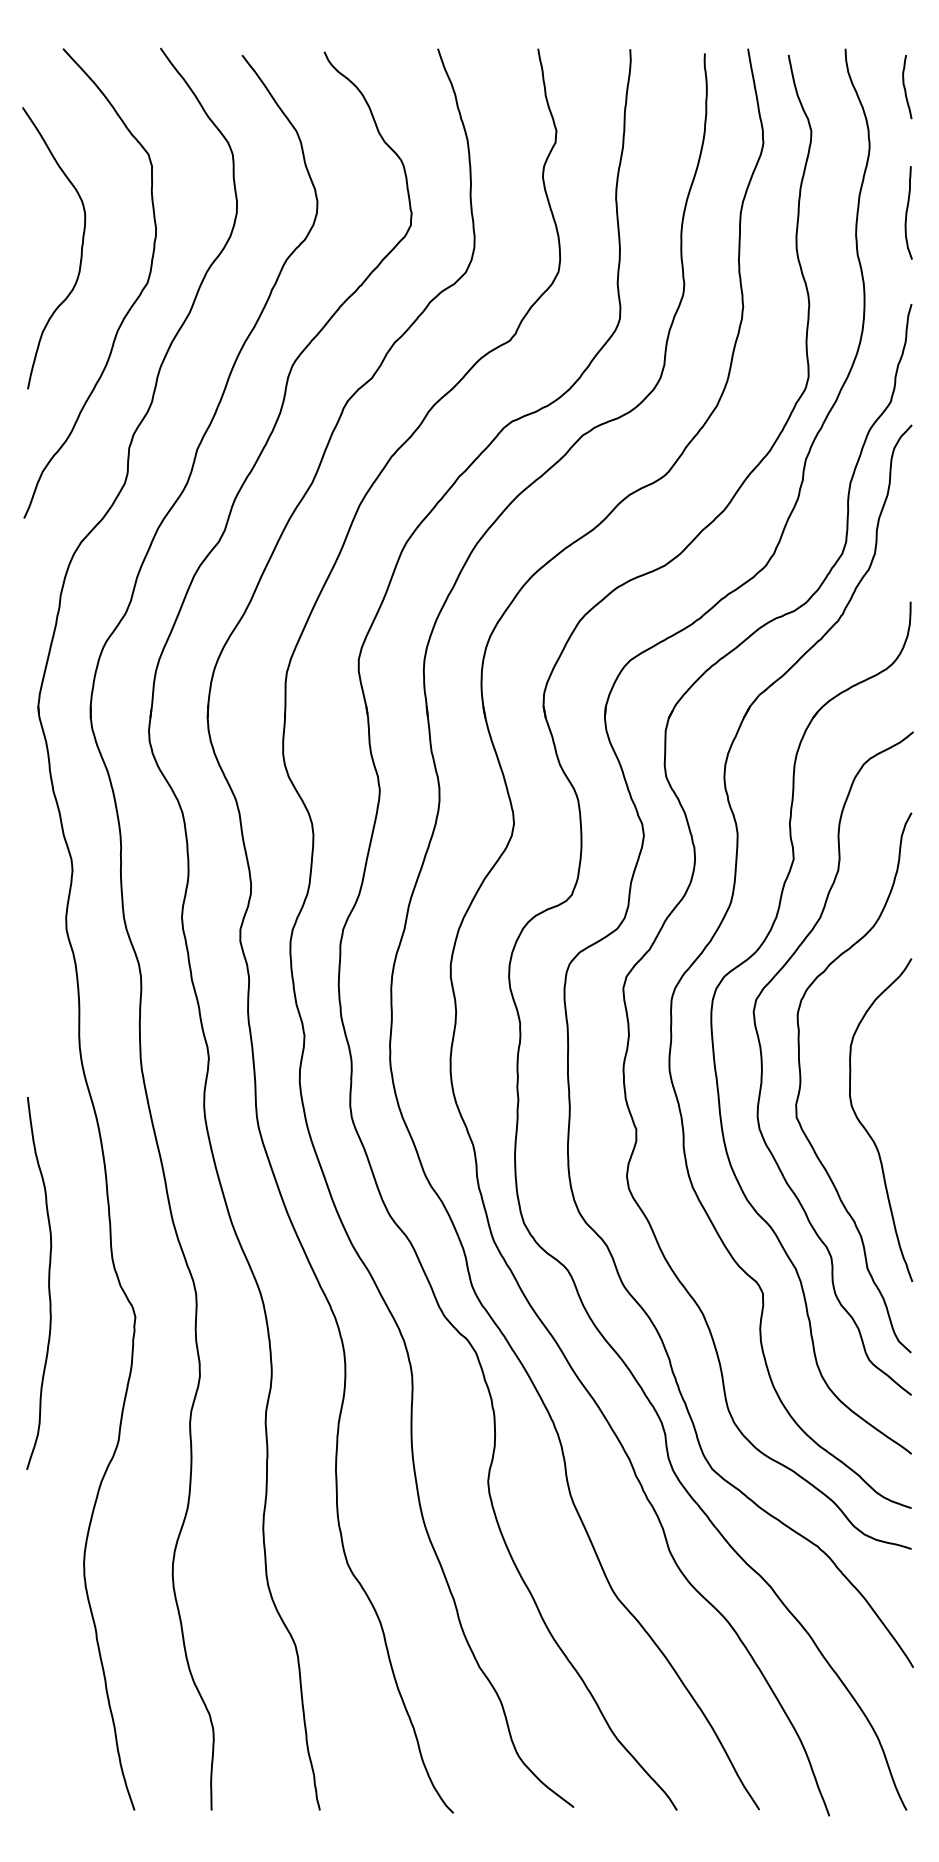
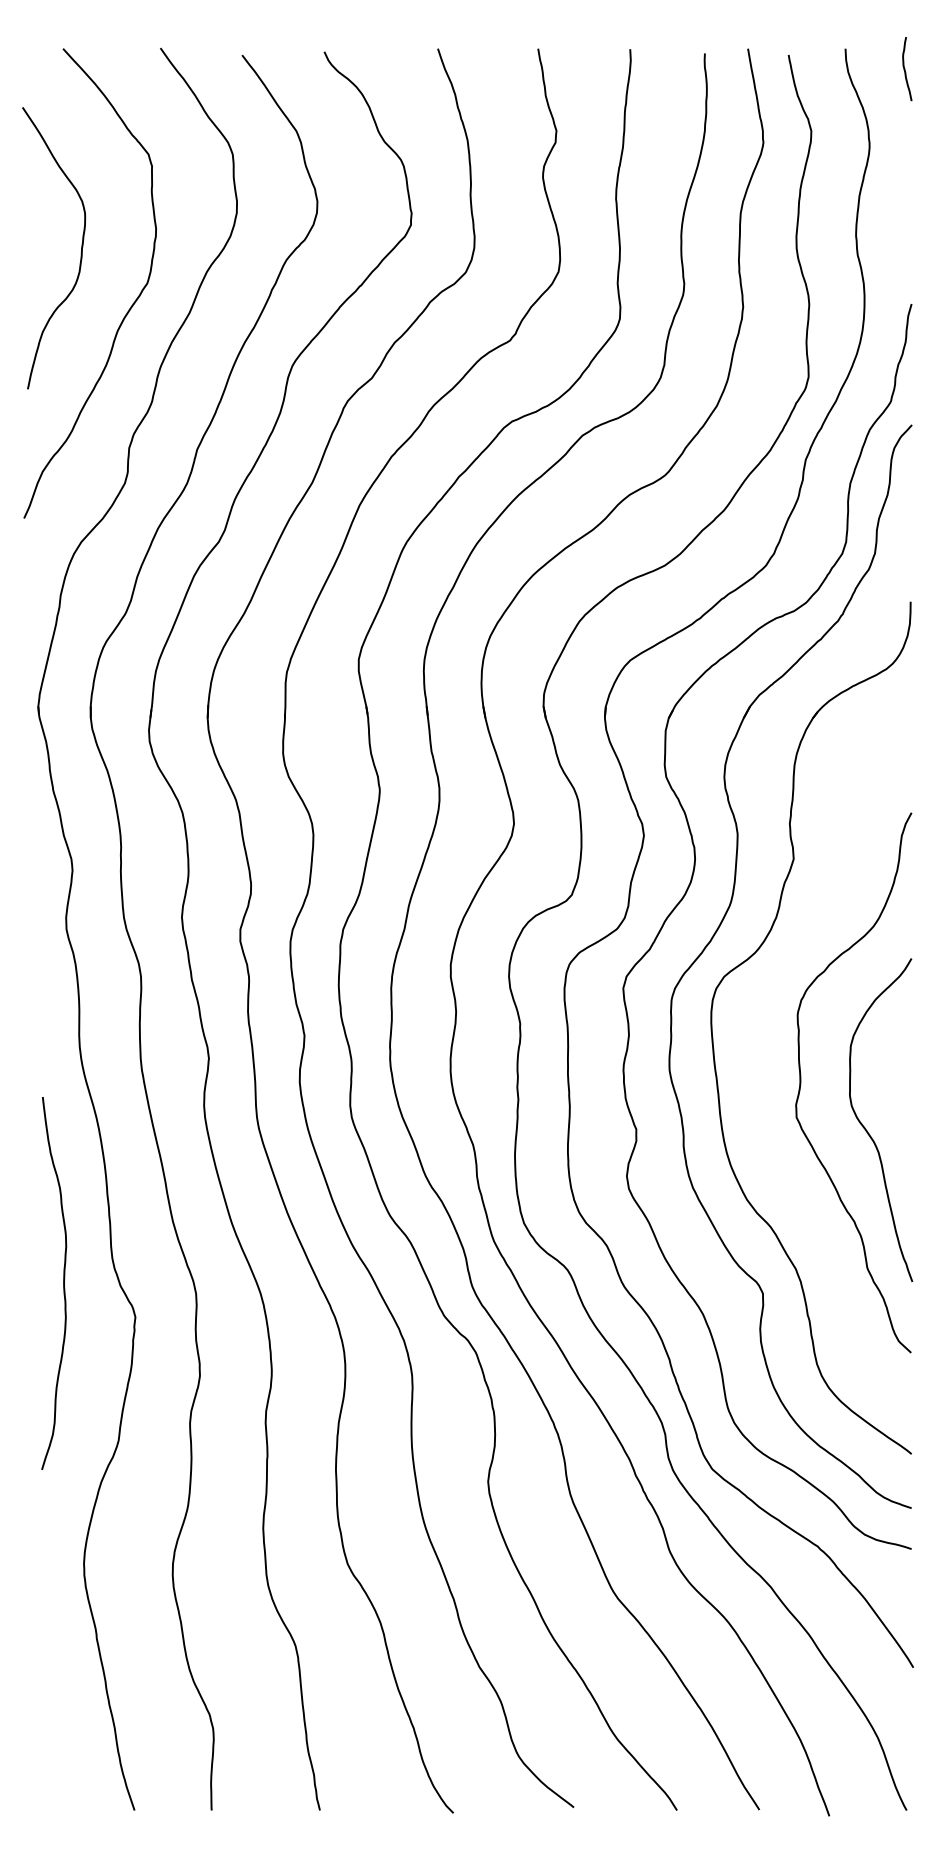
curve at (905, 87) position: (905, 87) -> (905, 69)
curve at (907, 212): present -> none
curve at (762, 1063): present -> none
curve at (48, 1283) position: (48, 1283) -> (63, 1283)
